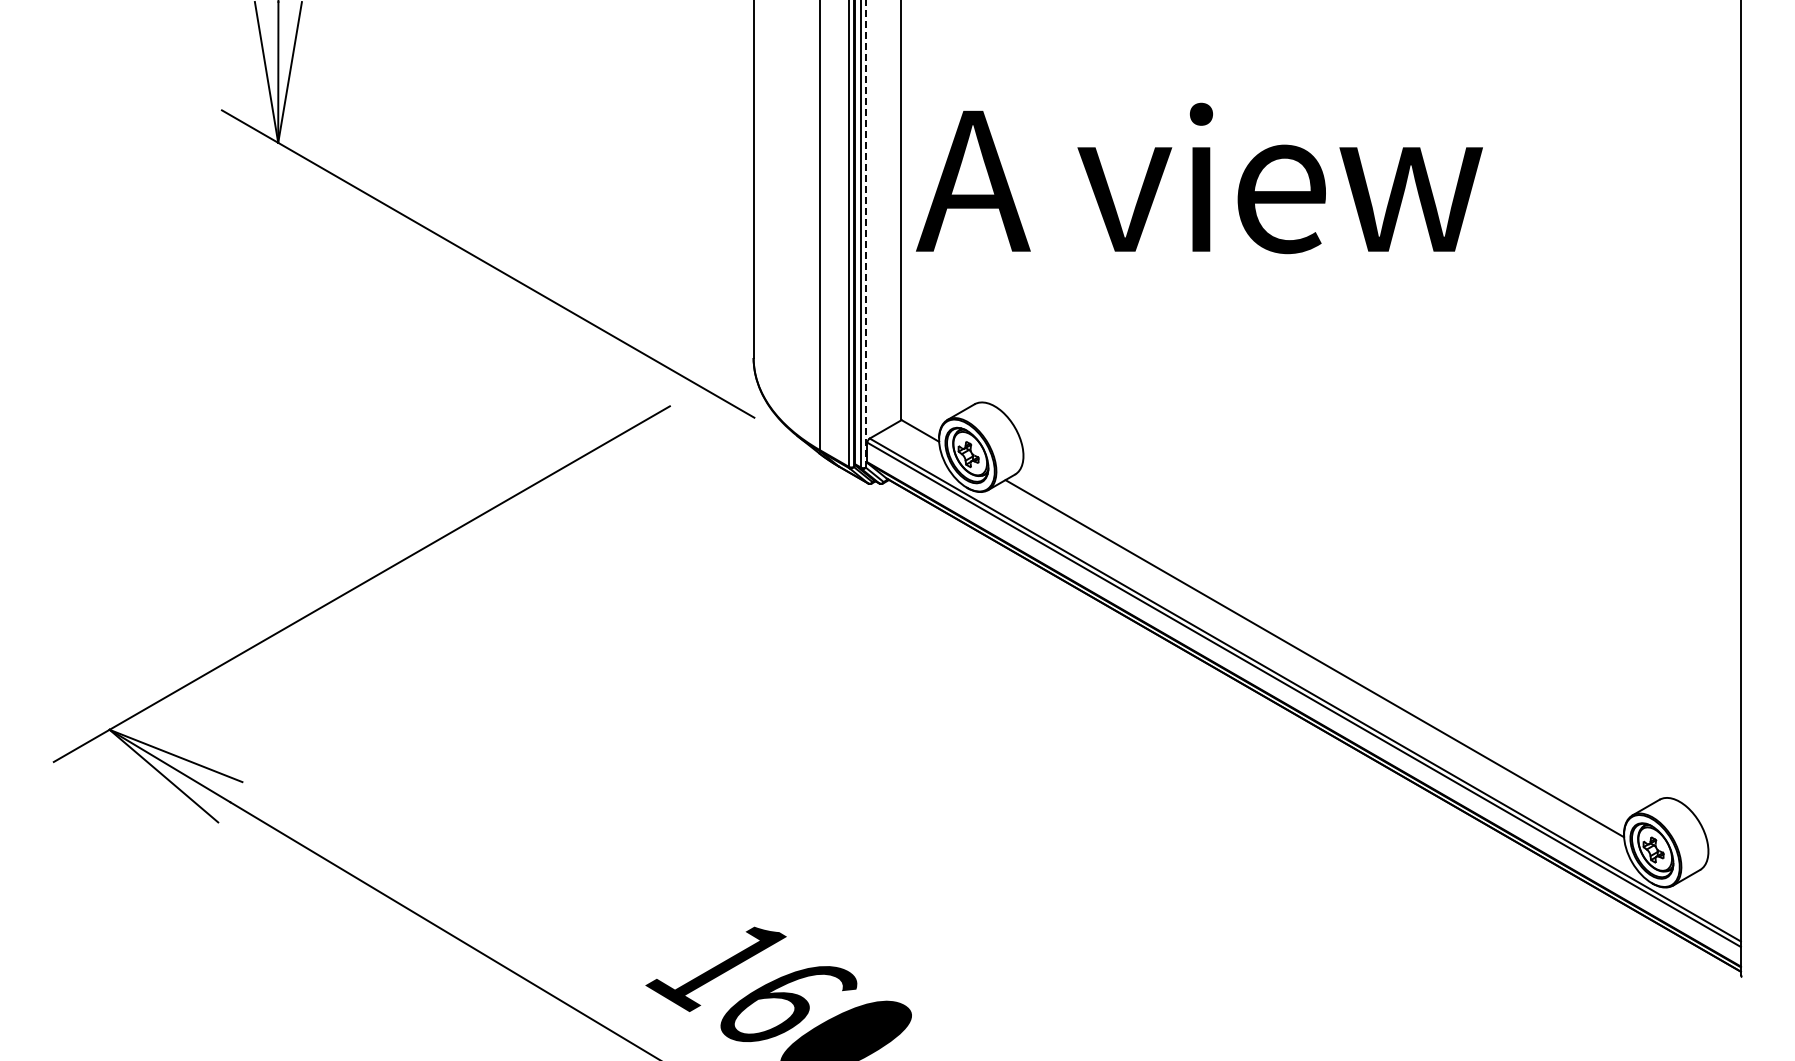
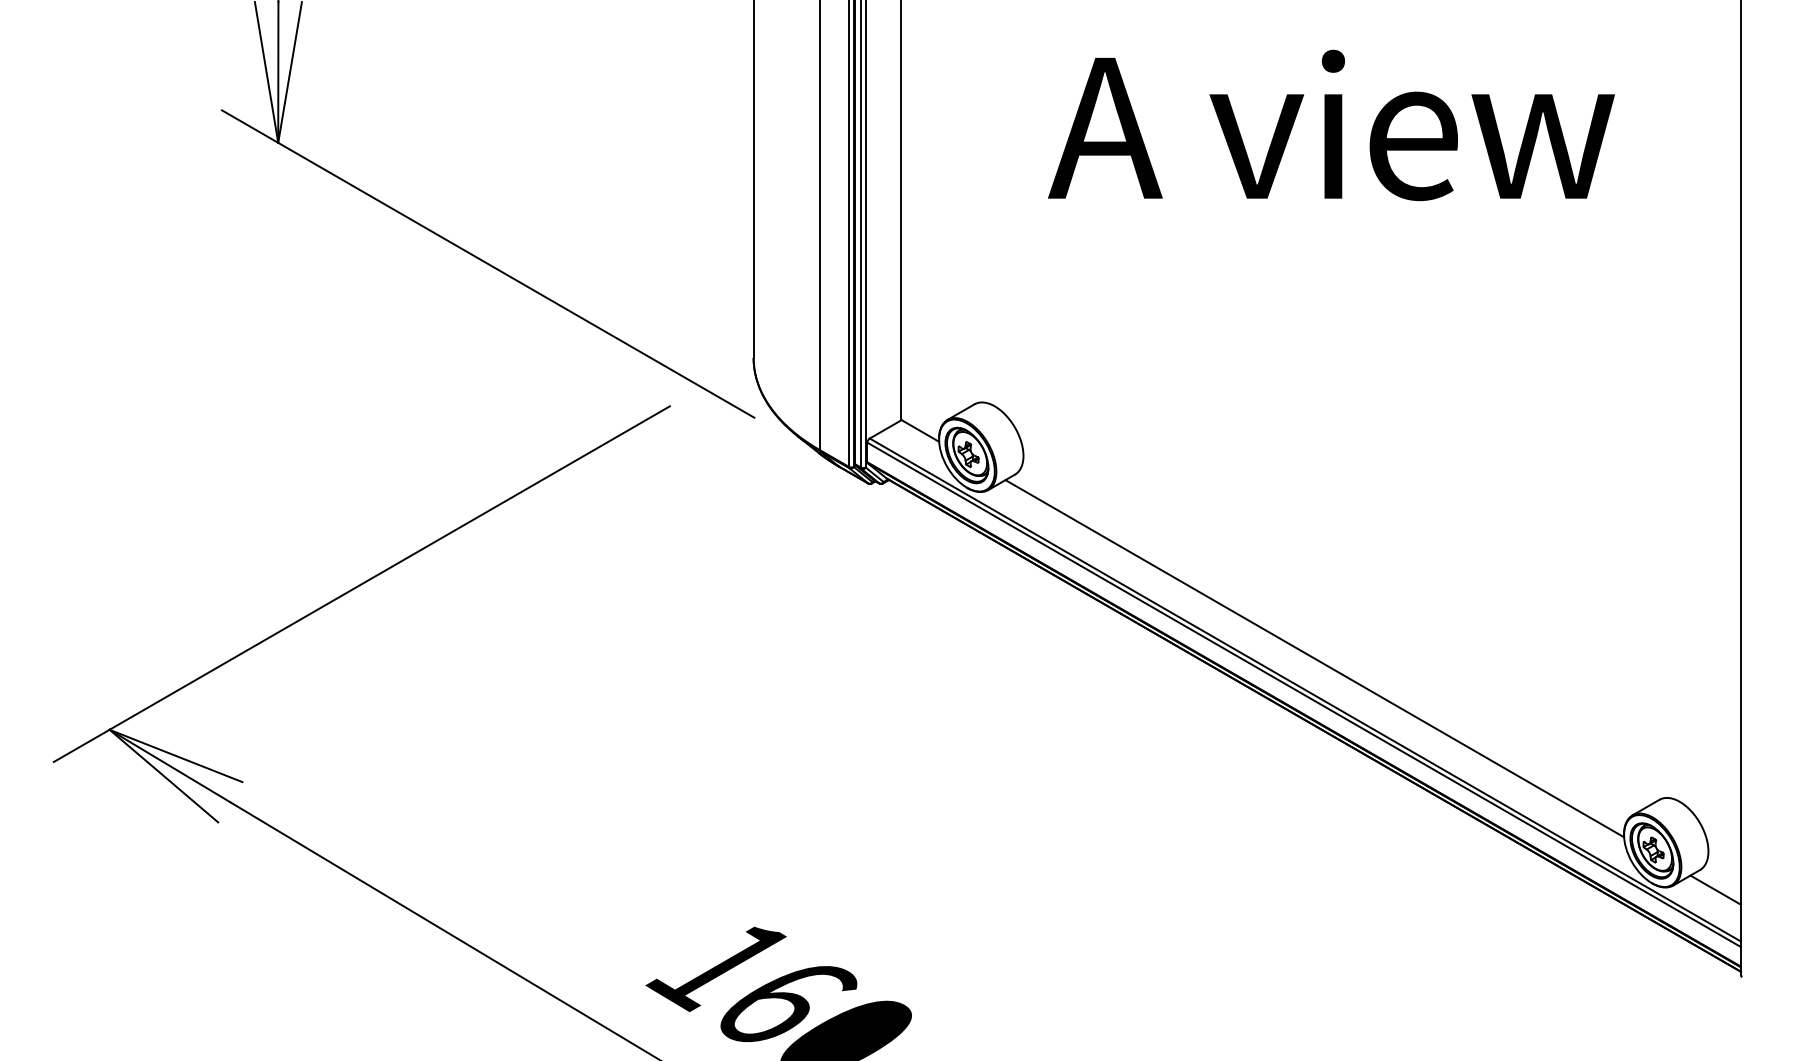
text at (1199, 178) position: (1199, 178) -> (1331, 125)
line at (865, 233): dashed -> solid
line at (1715, 889): none -> present
